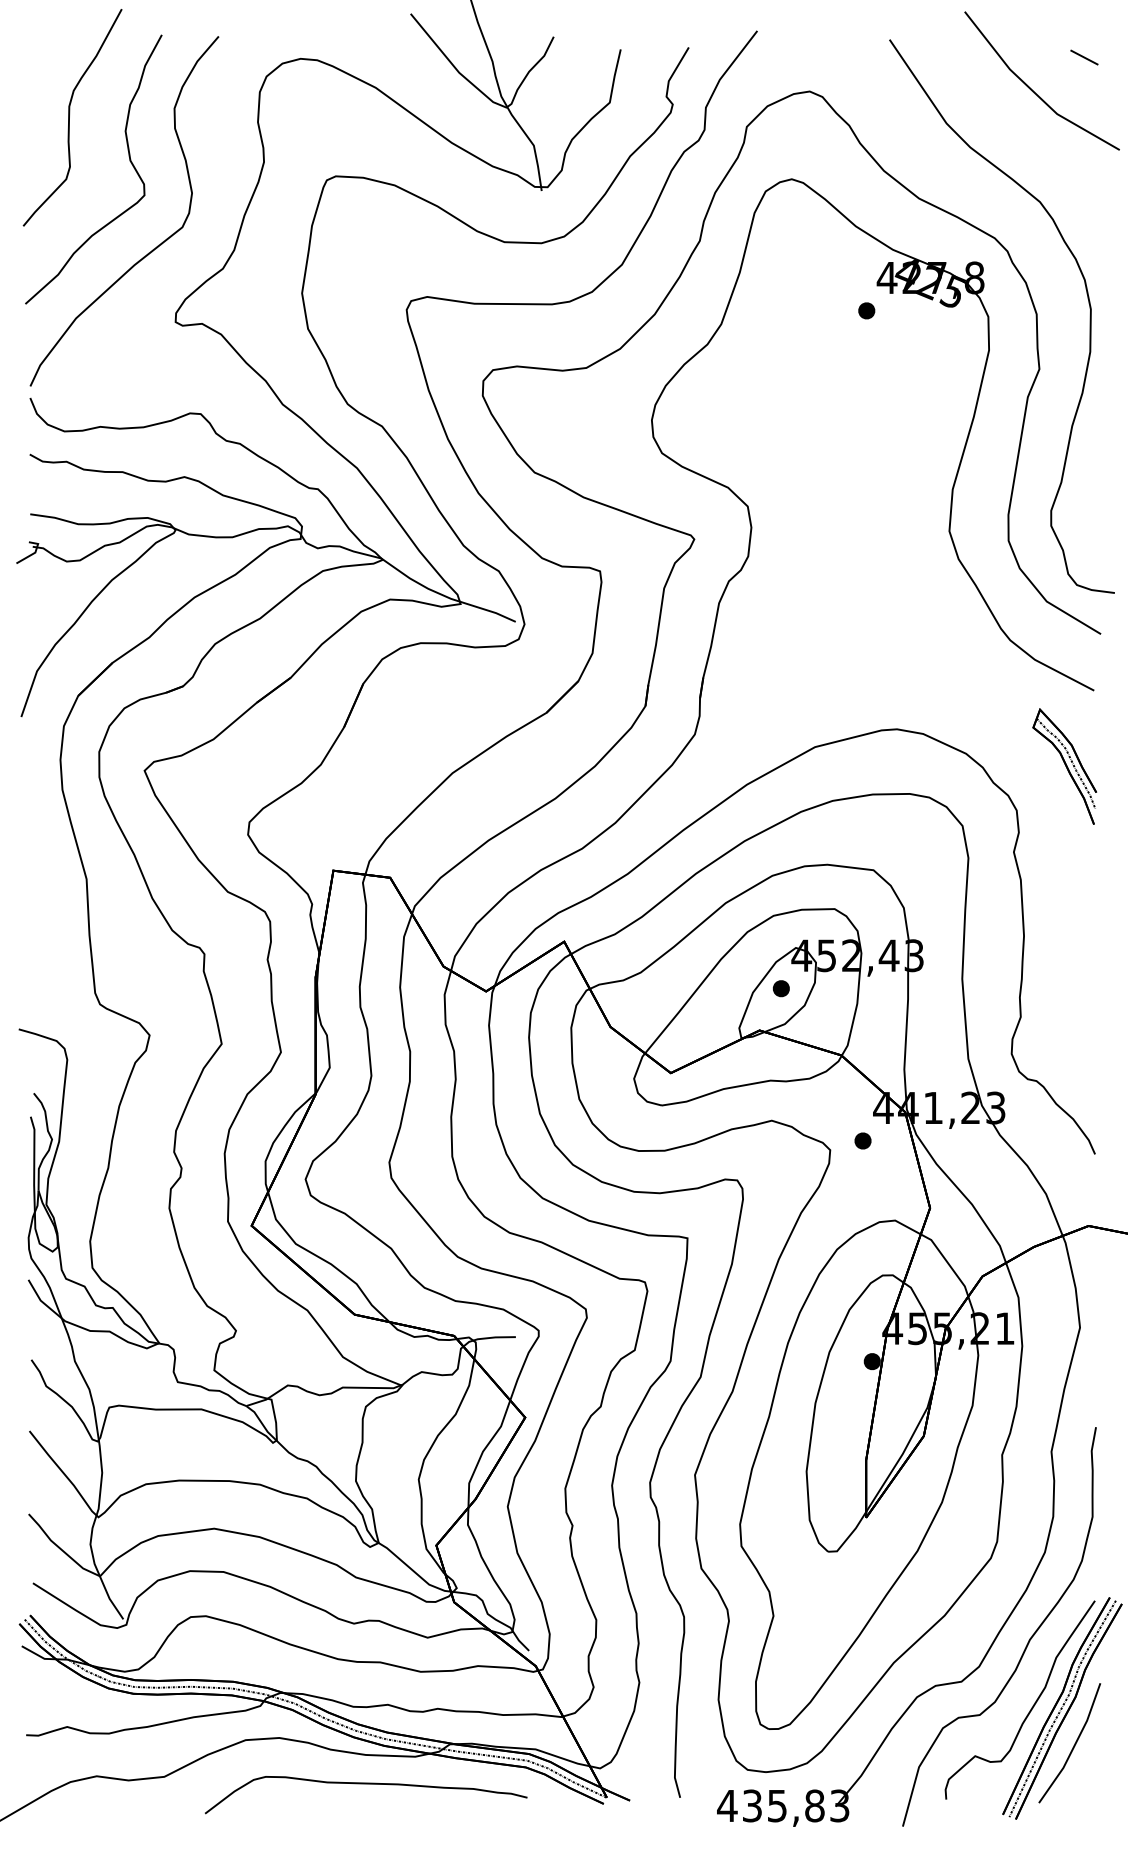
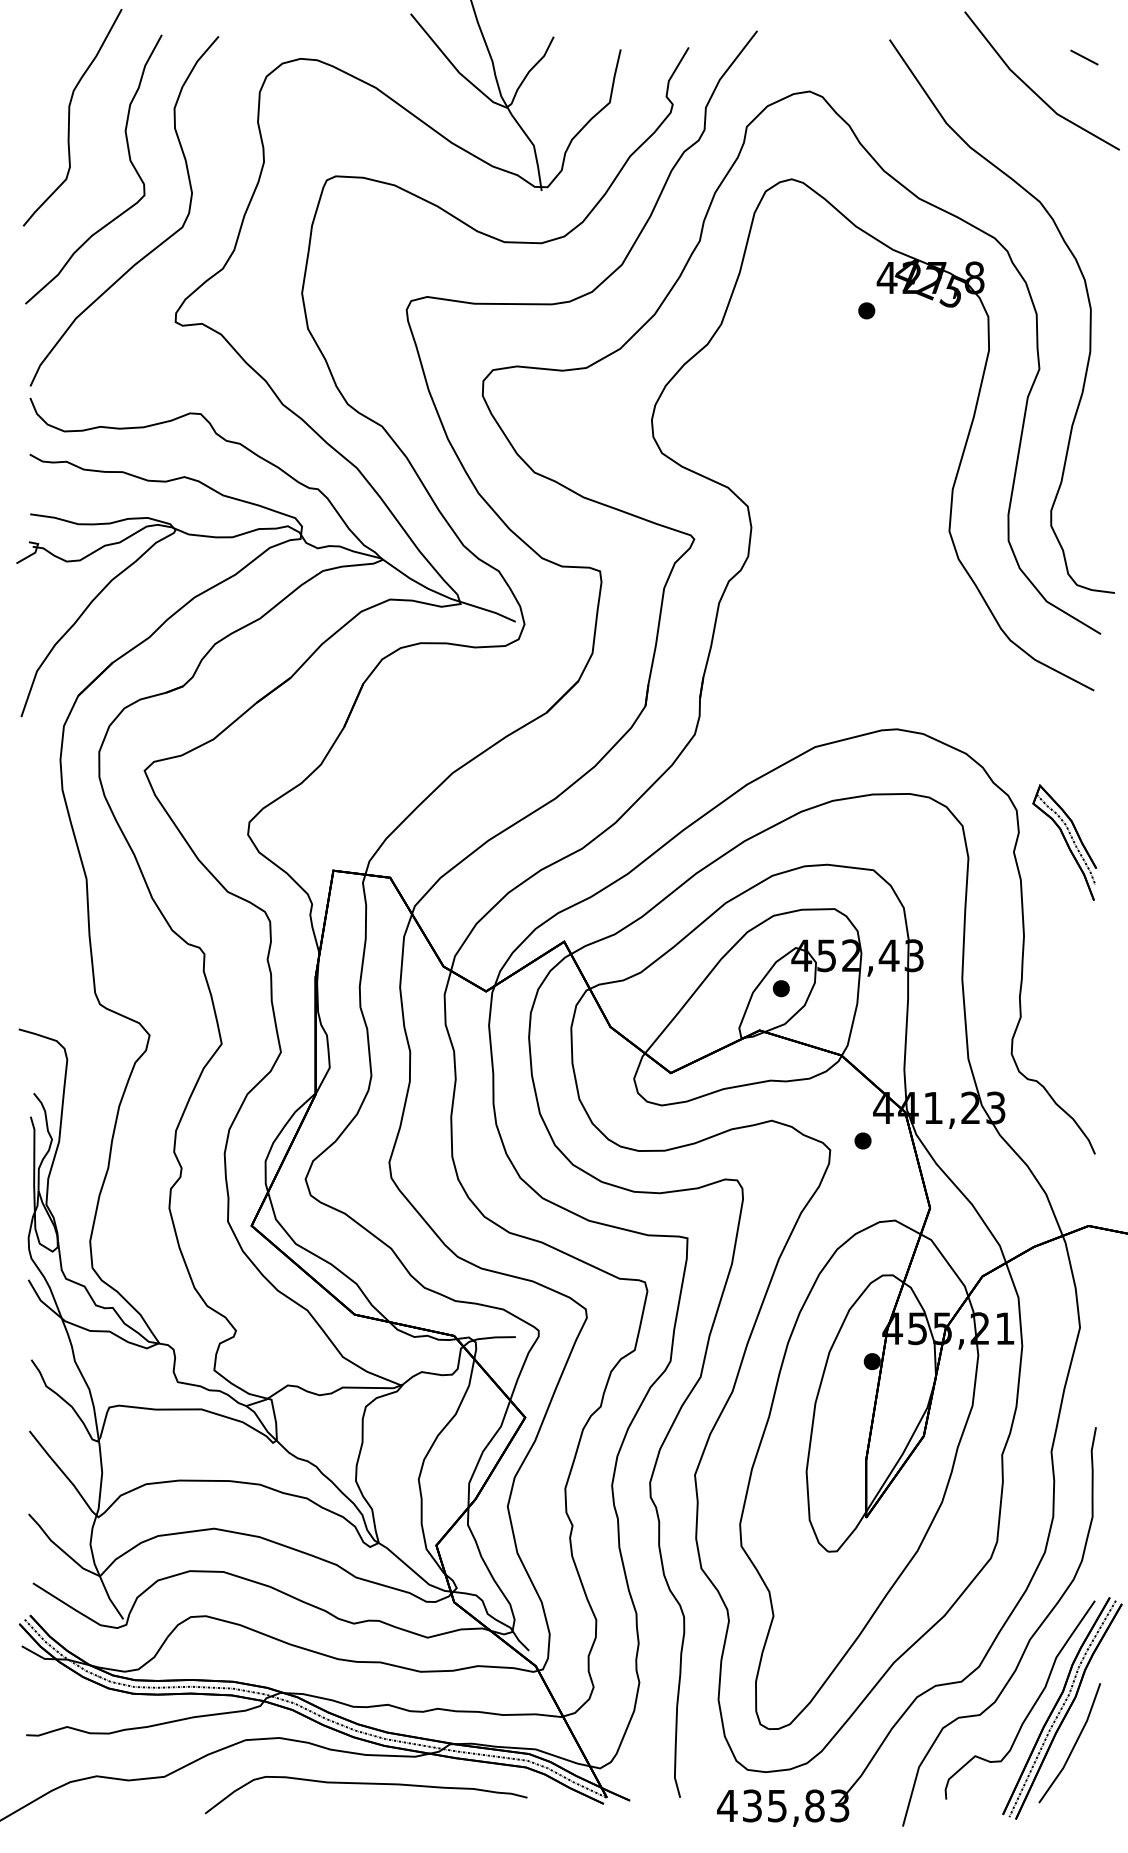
part at (1064, 766) position: (1064, 766) -> (1064, 842)
